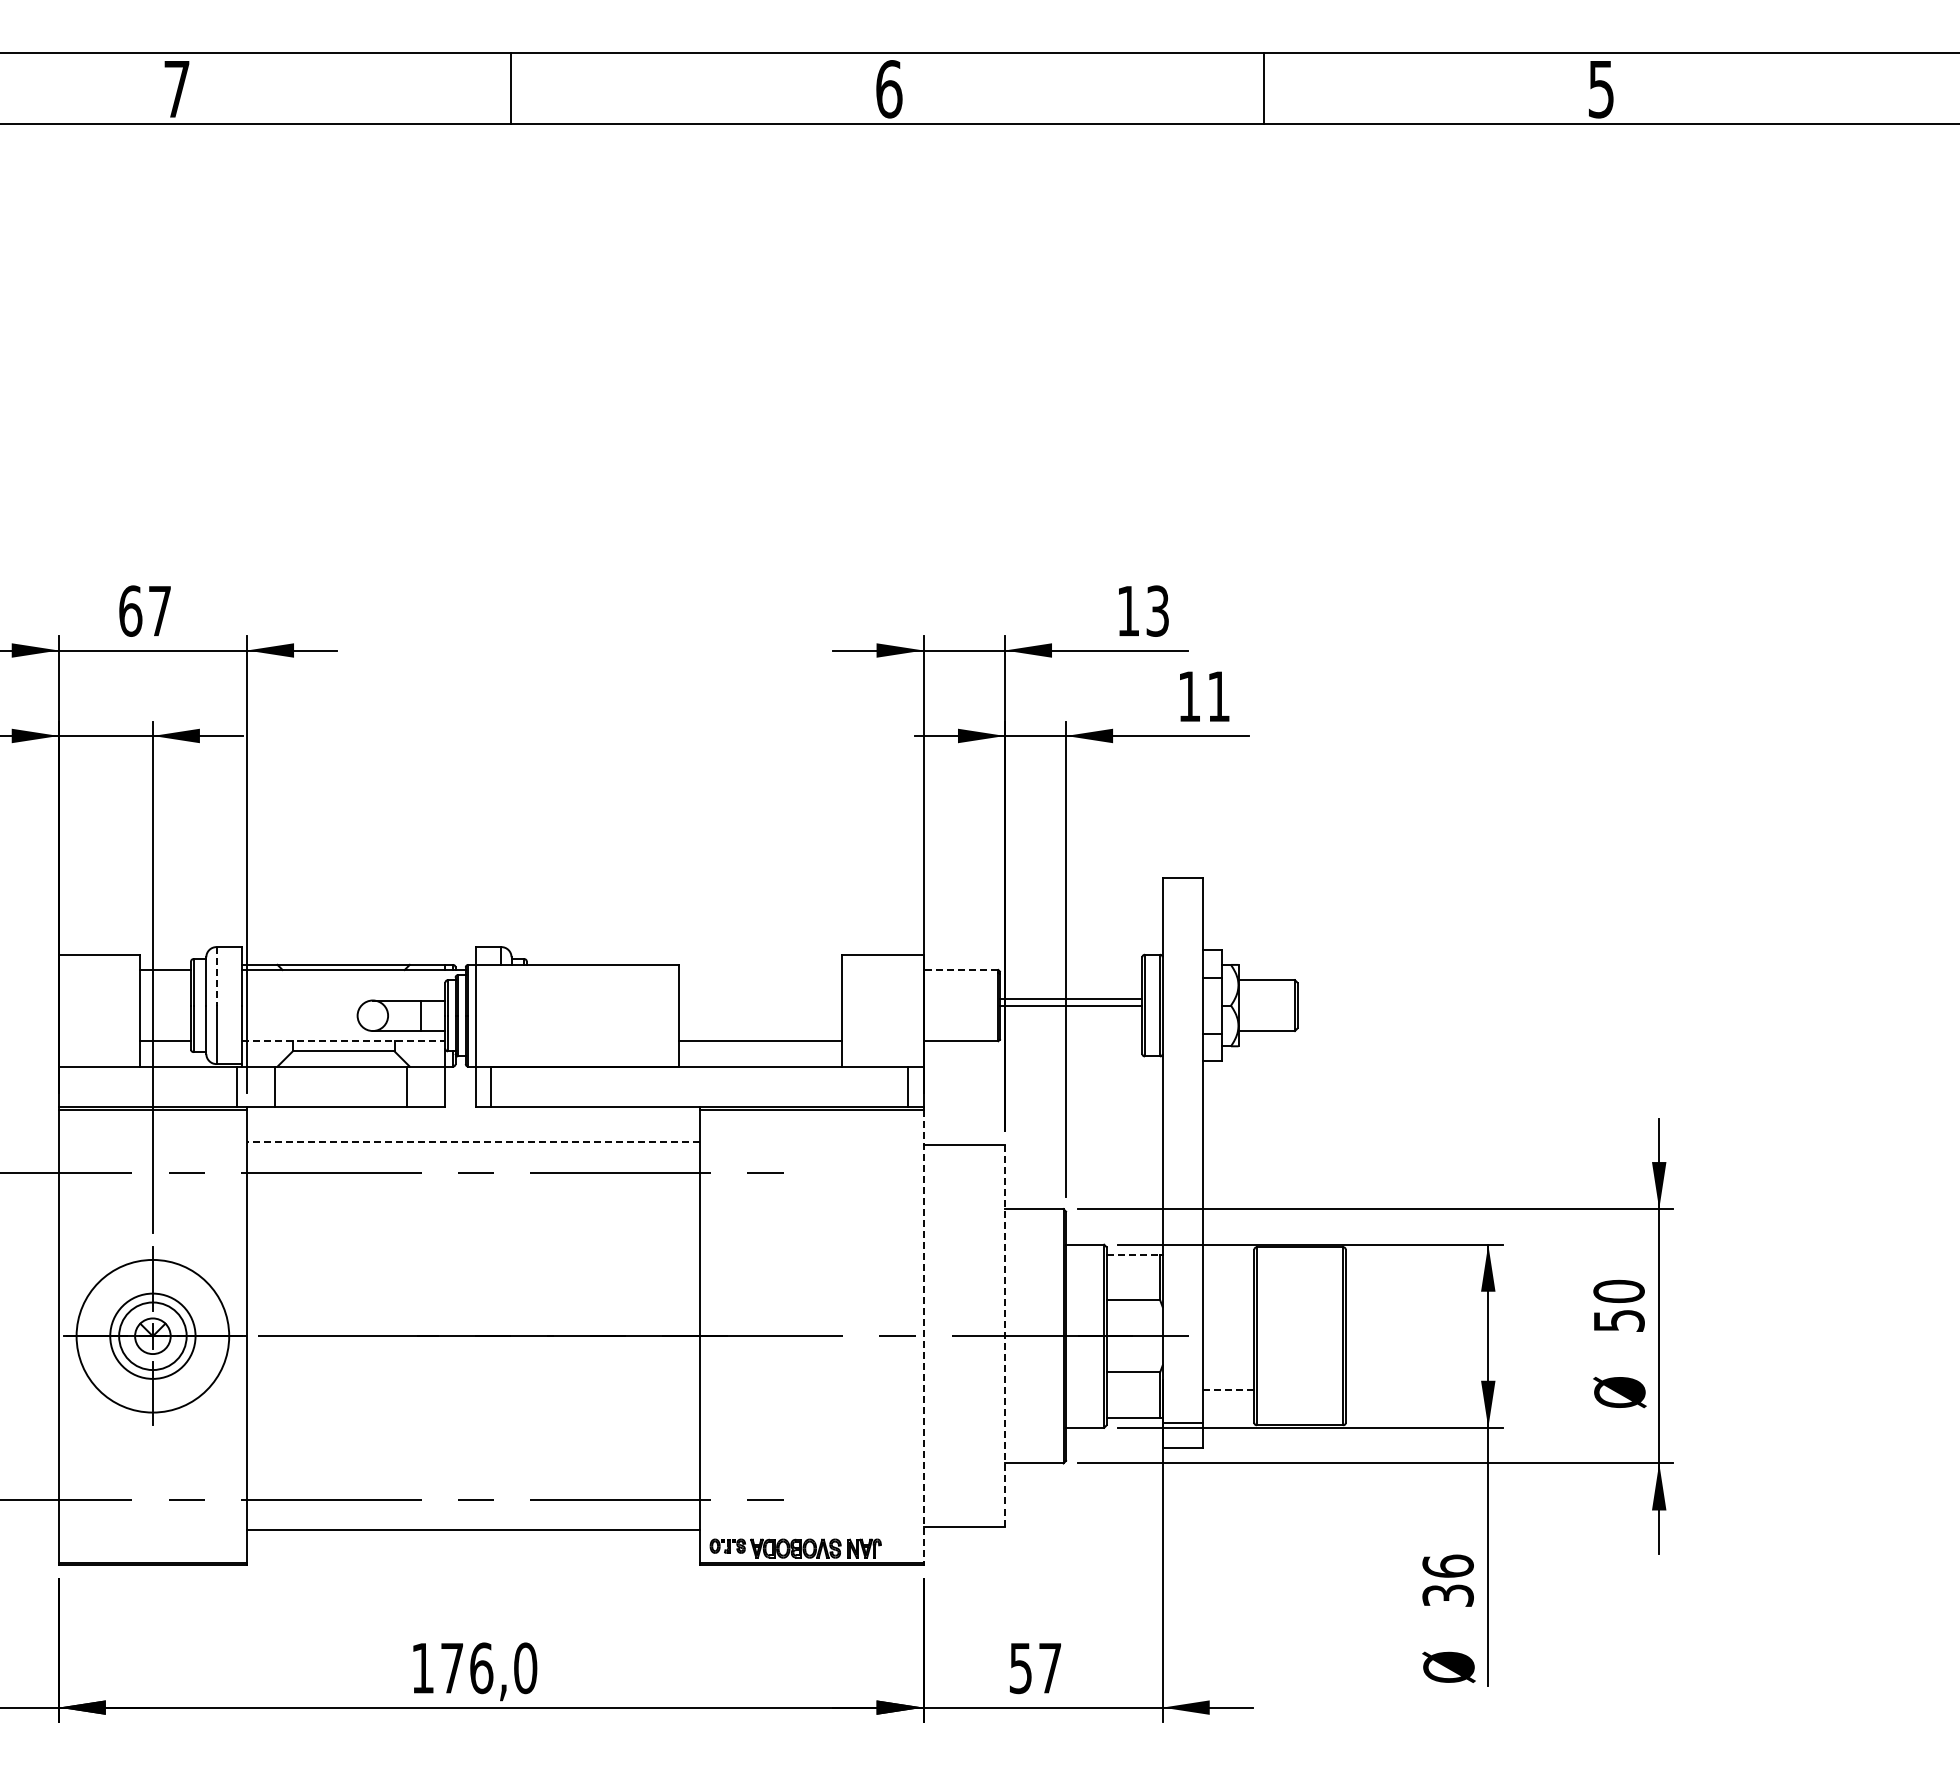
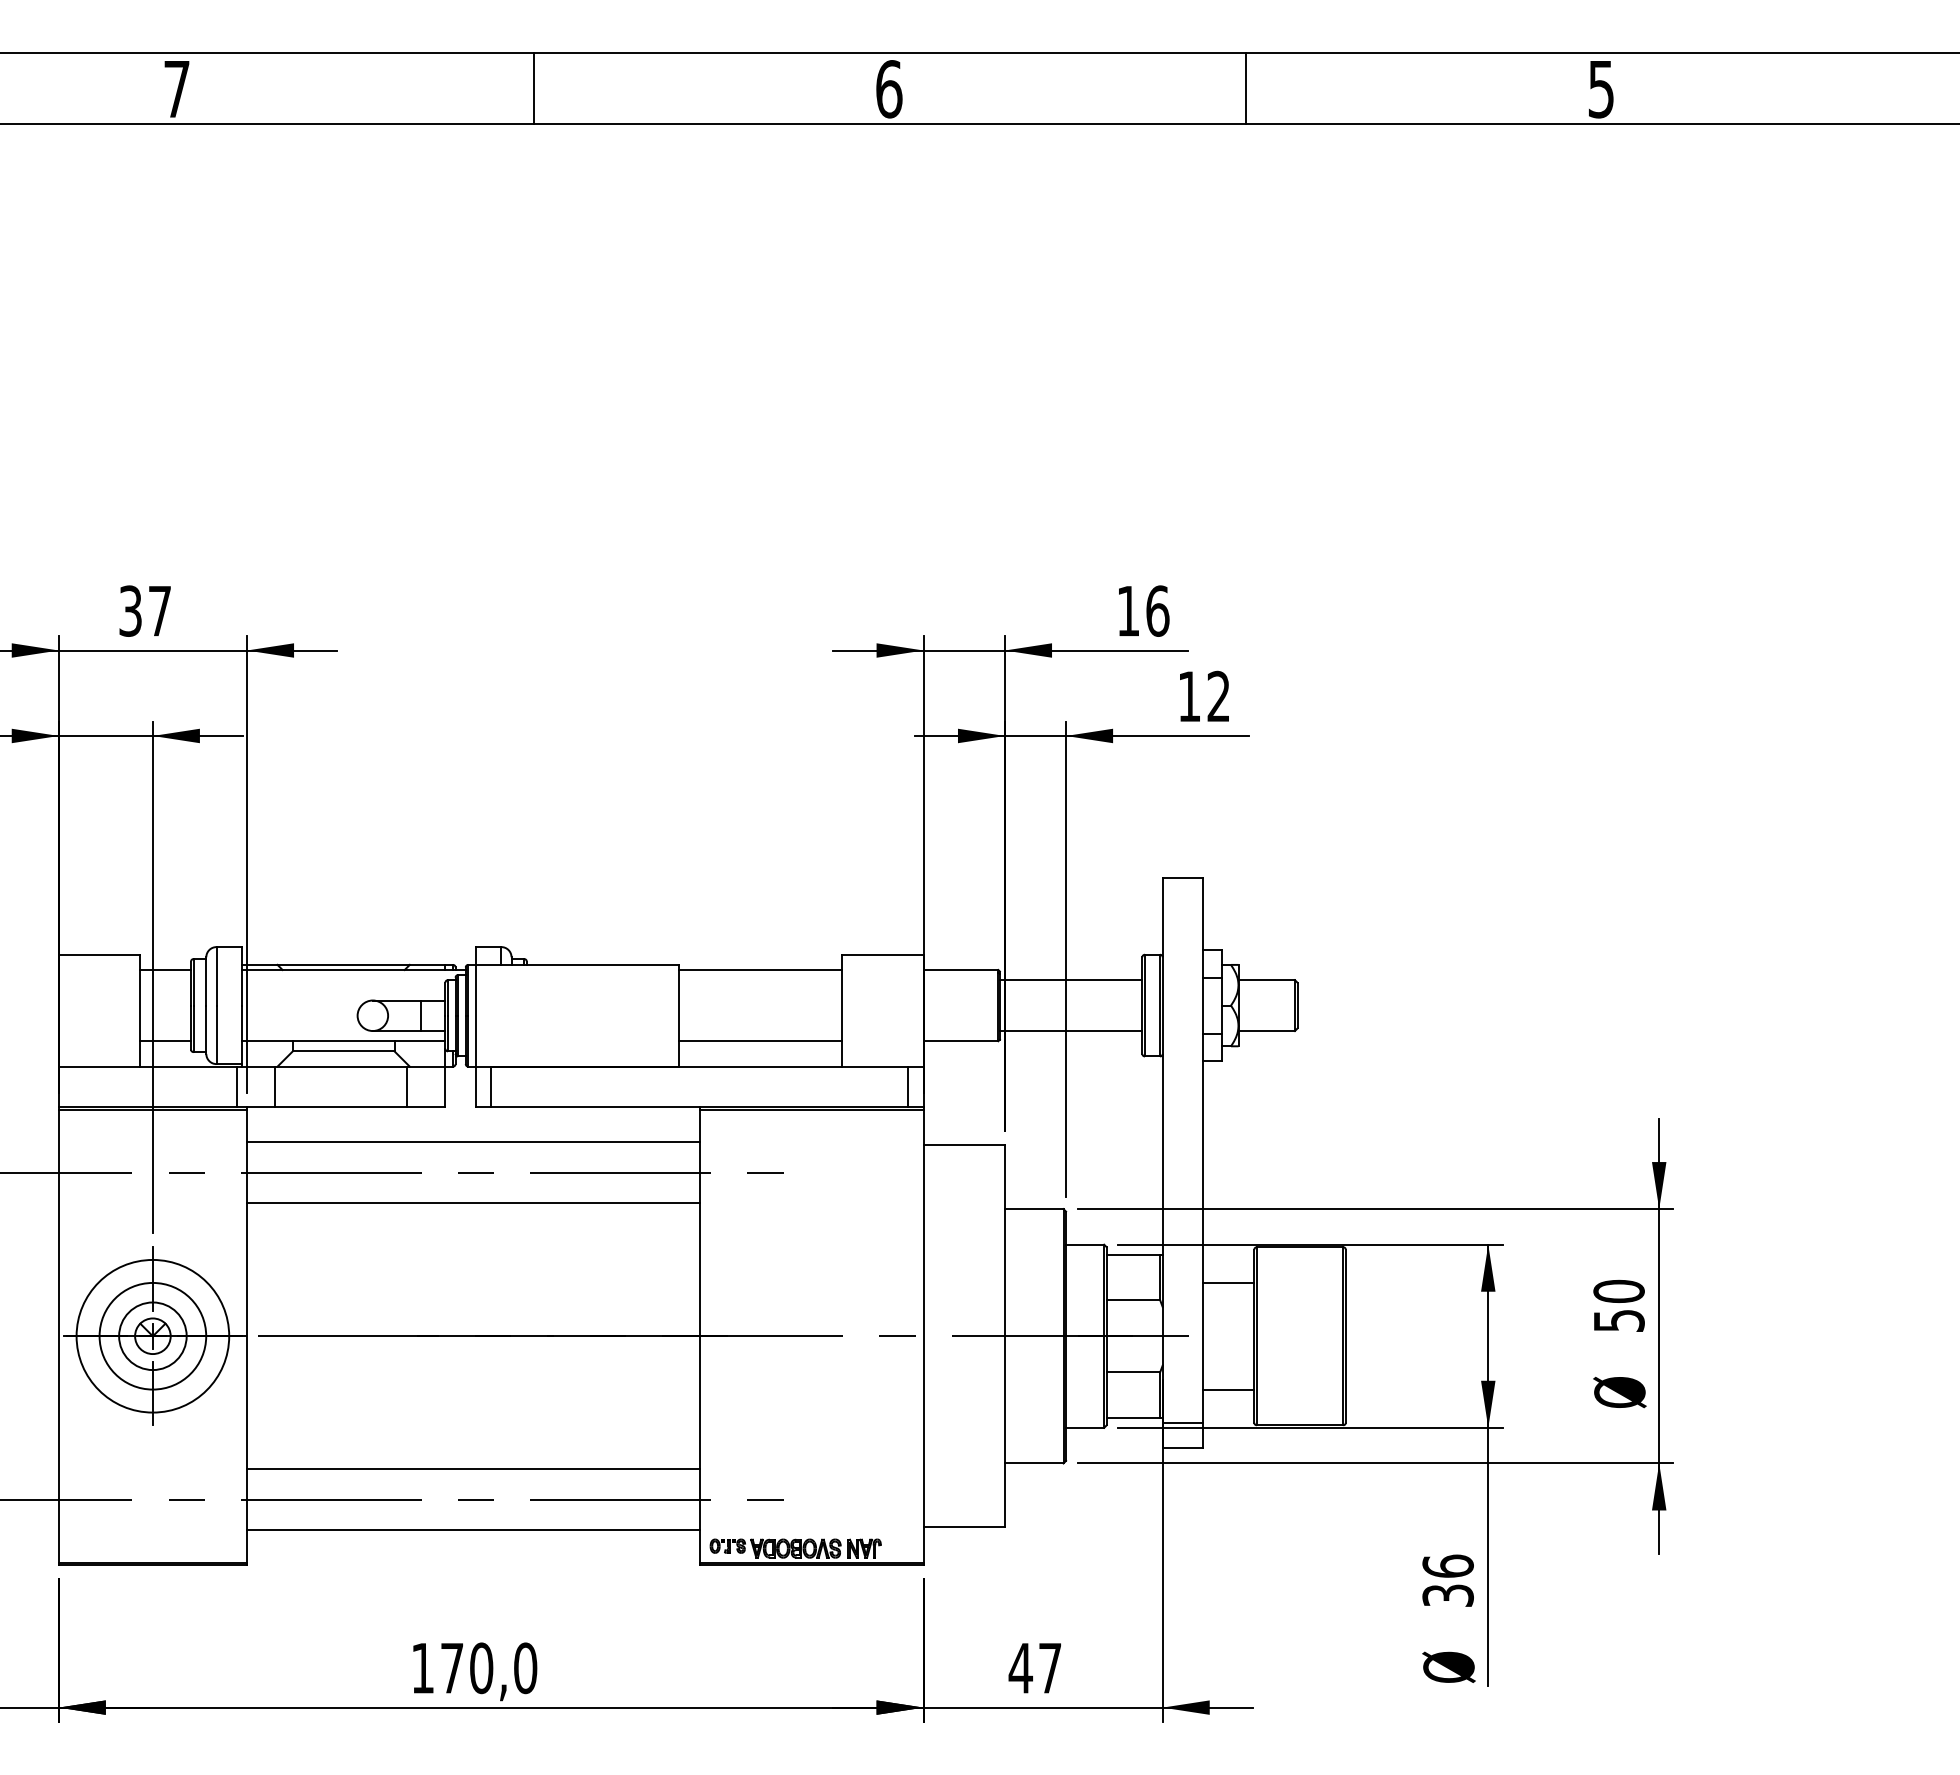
line at (510, 88) position: (510, 88) -> (533, 88)
line at (1263, 88) position: (1263, 88) -> (1245, 88)
text at (130, 610): 67 -> 37
text at (1157, 610): 13 -> 16
text at (1218, 695): 11 -> 12
line at (760, 969): none -> present
line at (960, 969): dashed -> solid
line at (216, 976): dashed -> solid
line at (1070, 999) position: (1070, 999) -> (1070, 980)
line at (1070, 1006) position: (1070, 1006) -> (1070, 1031)
line at (343, 1041): dashed -> solid
line at (472, 1142): dashed -> solid
line at (473, 1203): none -> present
line at (1133, 1254): dashed -> solid
line at (1228, 1282): none -> present
circle at (152, 1335) diameter: 85 px -> 107 px
line at (923, 1336): dashed -> solid
line at (1005, 1336): dashed -> solid
line at (1229, 1389): dashed -> solid
line at (473, 1469): none -> present
text at (481, 1667): 176,0 -> 170,0
text at (1020, 1668): 57 -> 47
